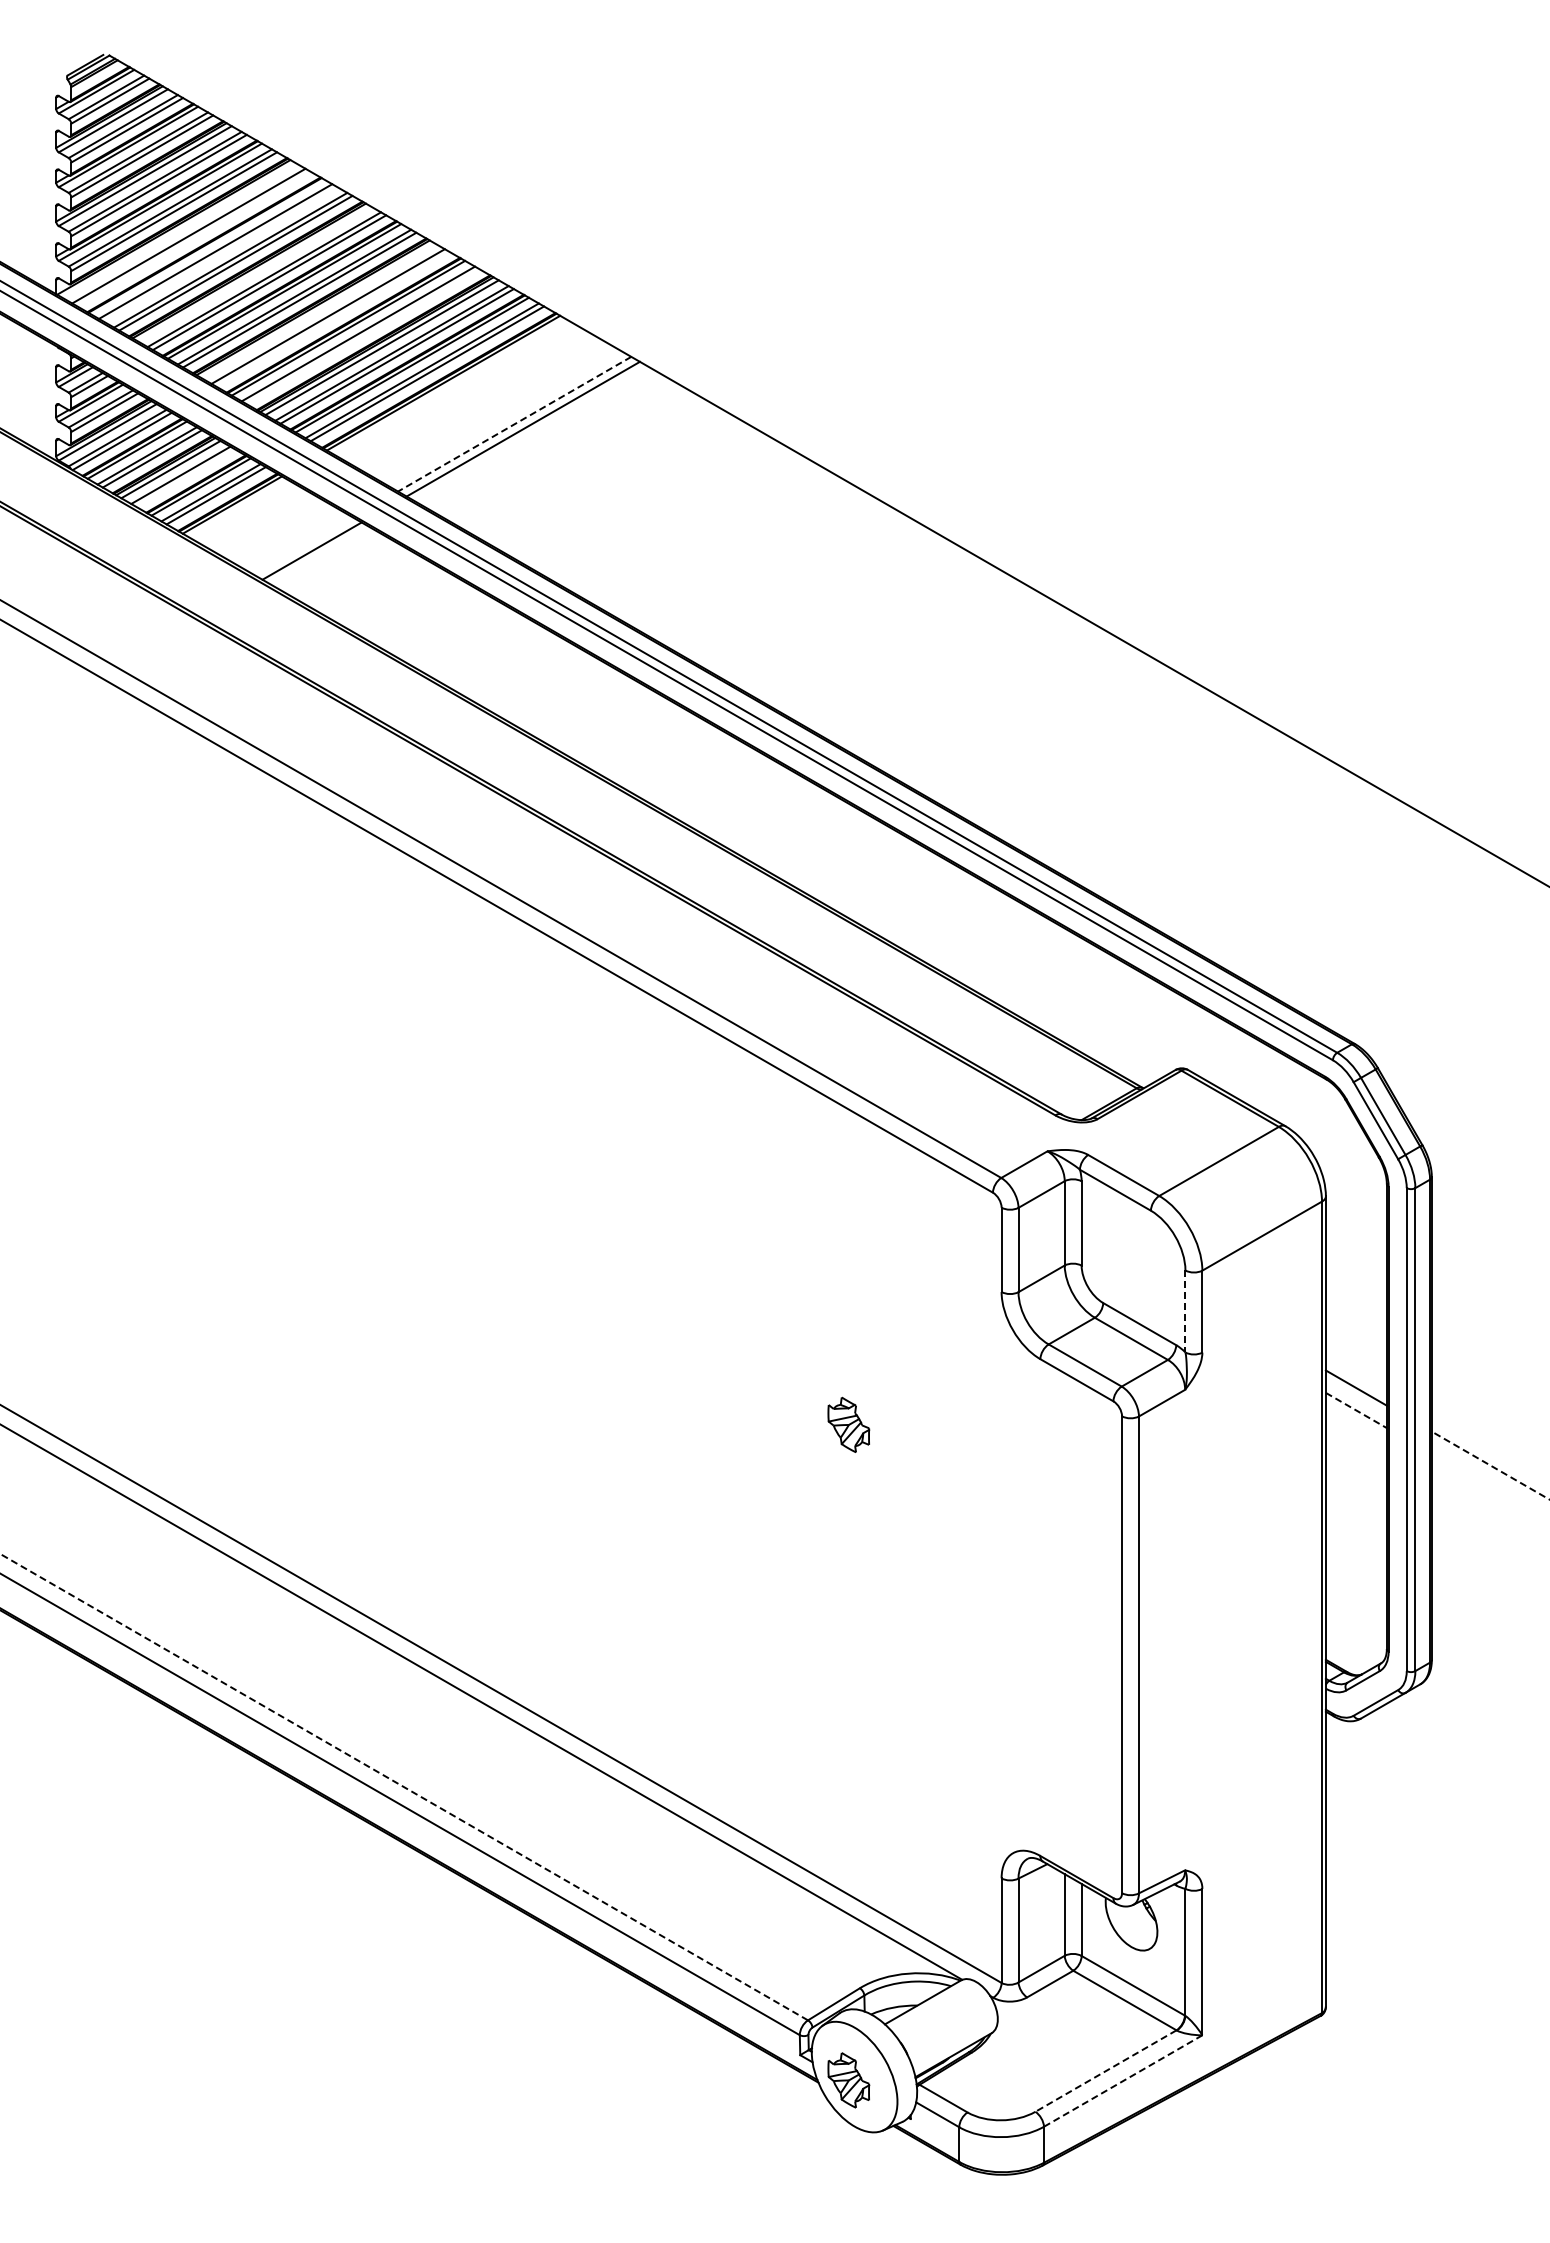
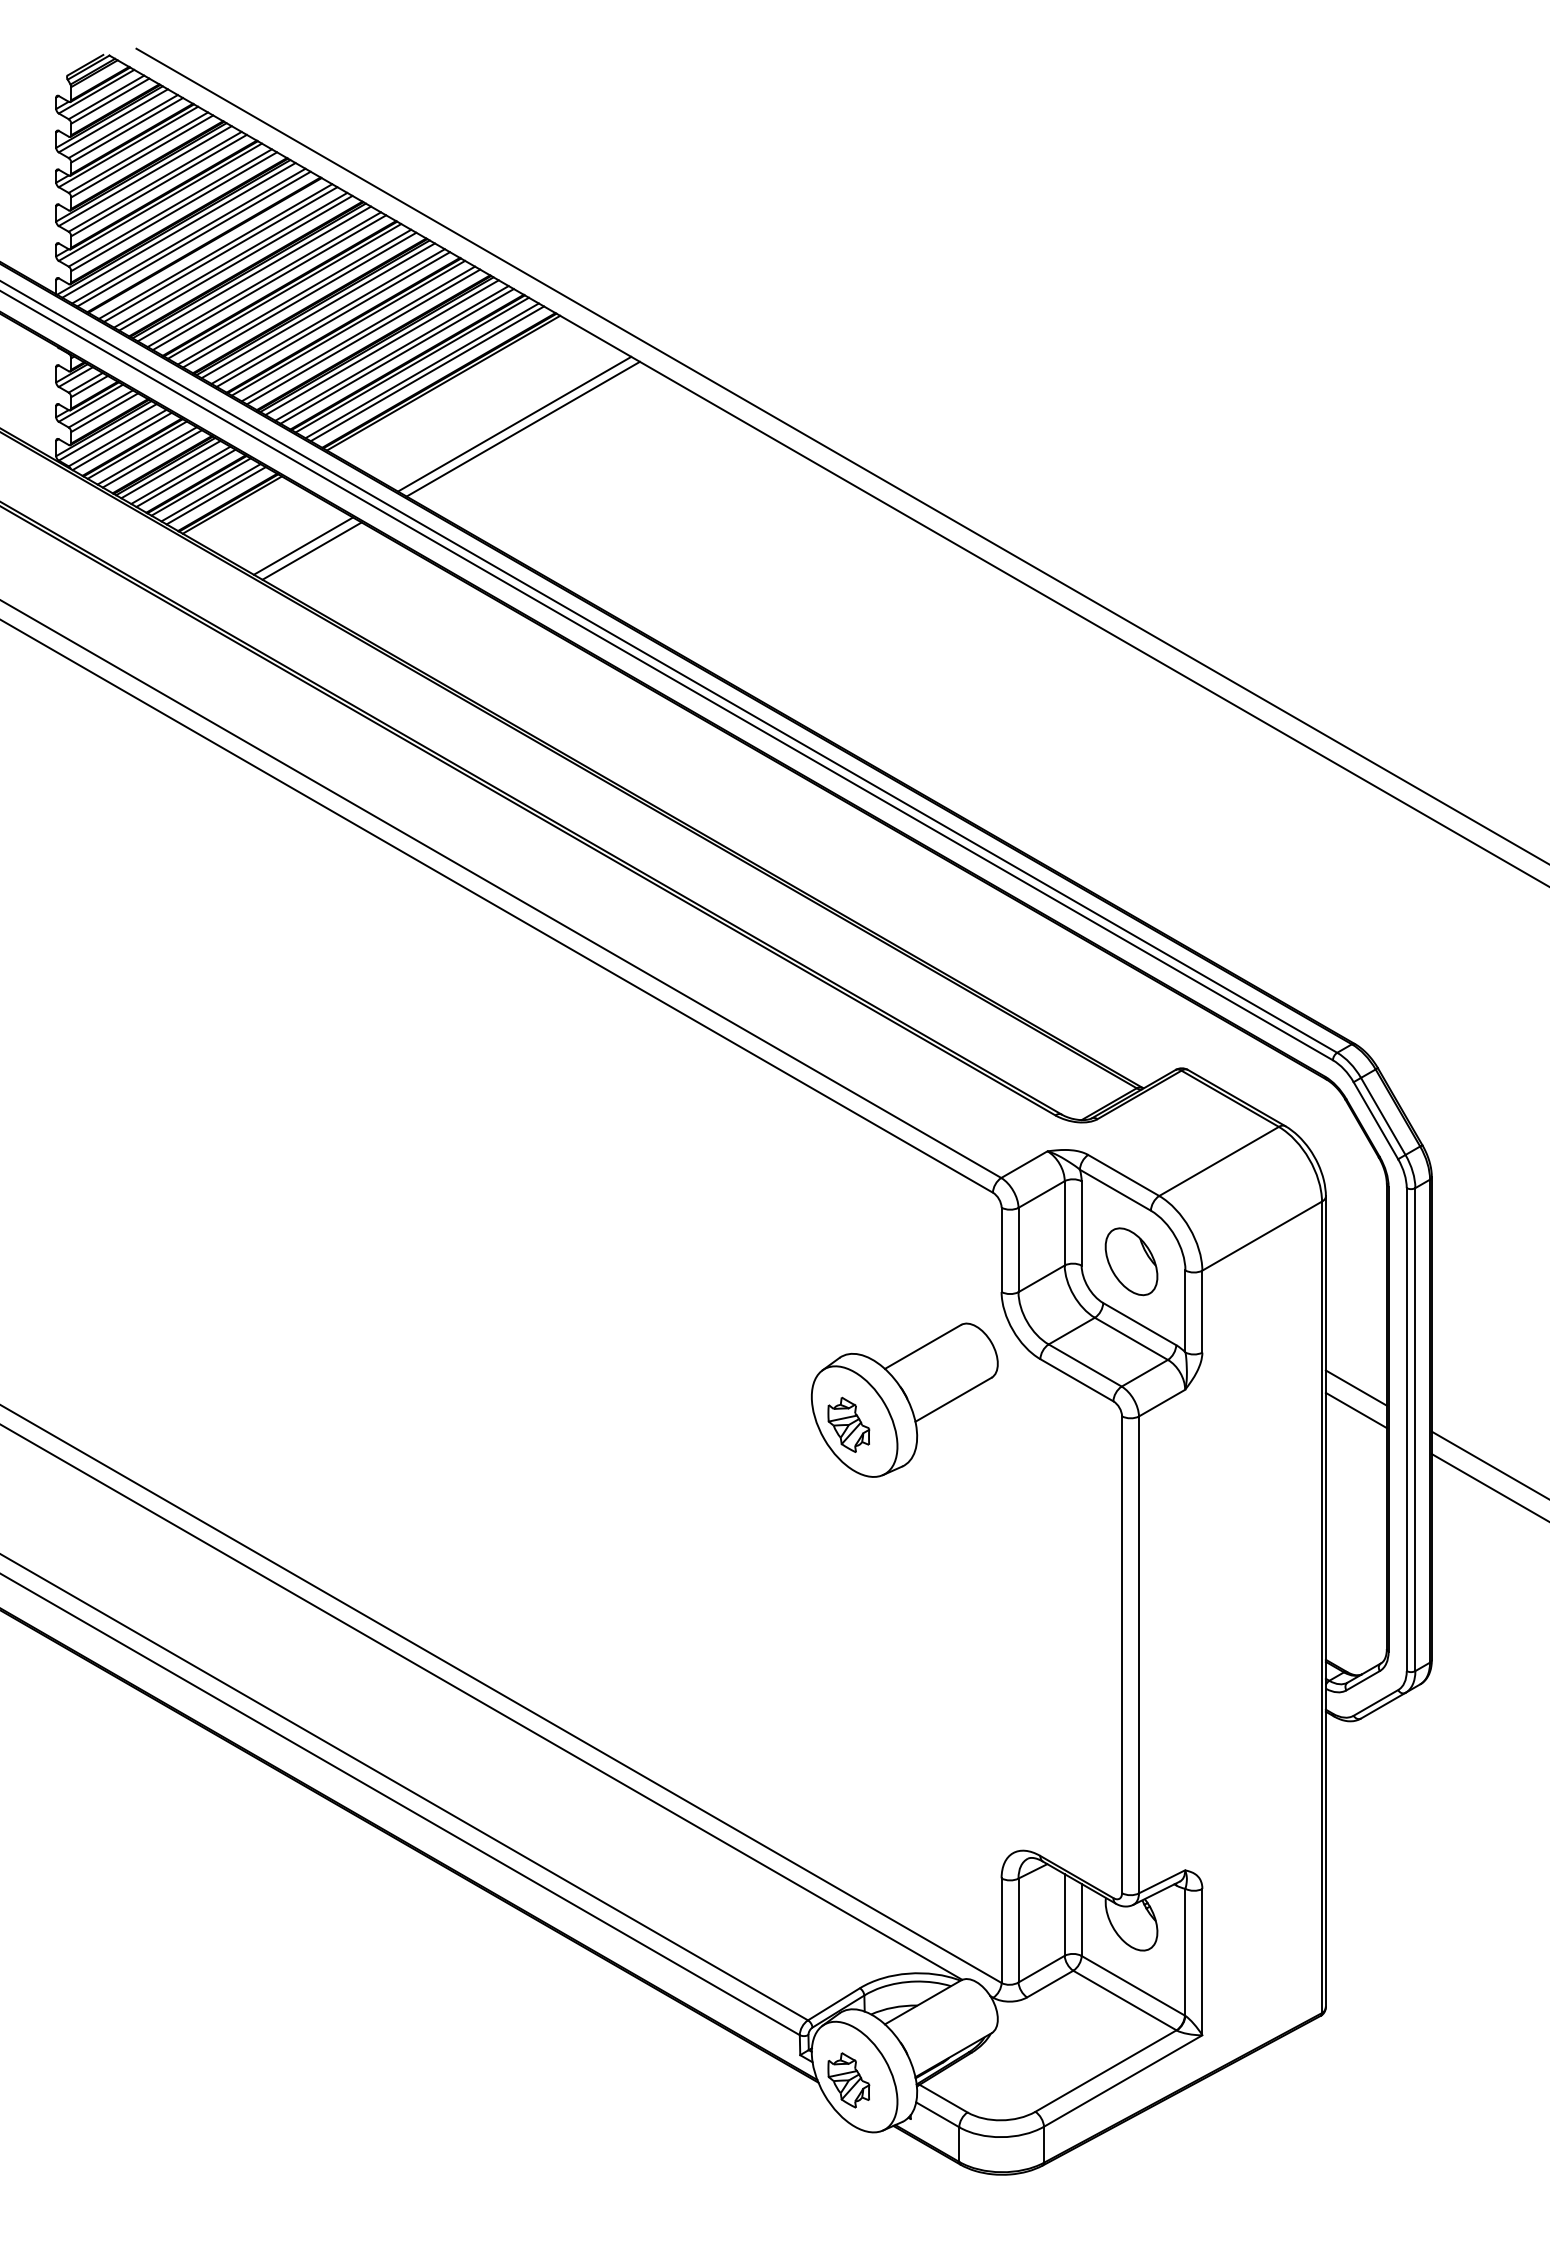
line at (178, 230): none -> present
line at (193, 238): none -> present
line at (220, 254): none -> present
line at (254, 273): none -> present
line at (317, 310): none -> present
line at (333, 319): none -> present
line at (363, 336): none -> present
line at (514, 424): dashed -> solid
line at (841, 455): none -> present
line at (185, 477): none -> present
line at (303, 545): none -> present
part at (1131, 1261): none -> present
line at (1185, 1311): dashed -> solid
part at (904, 1399): none -> present
line at (1356, 1410): dashed -> solid
line at (1490, 1465): dashed -> solid
line at (1488, 1487): none -> present
line at (403, 1786): dashed -> solid
line at (1105, 2071): dashed -> solid
line at (1123, 2080): dashed -> solid
